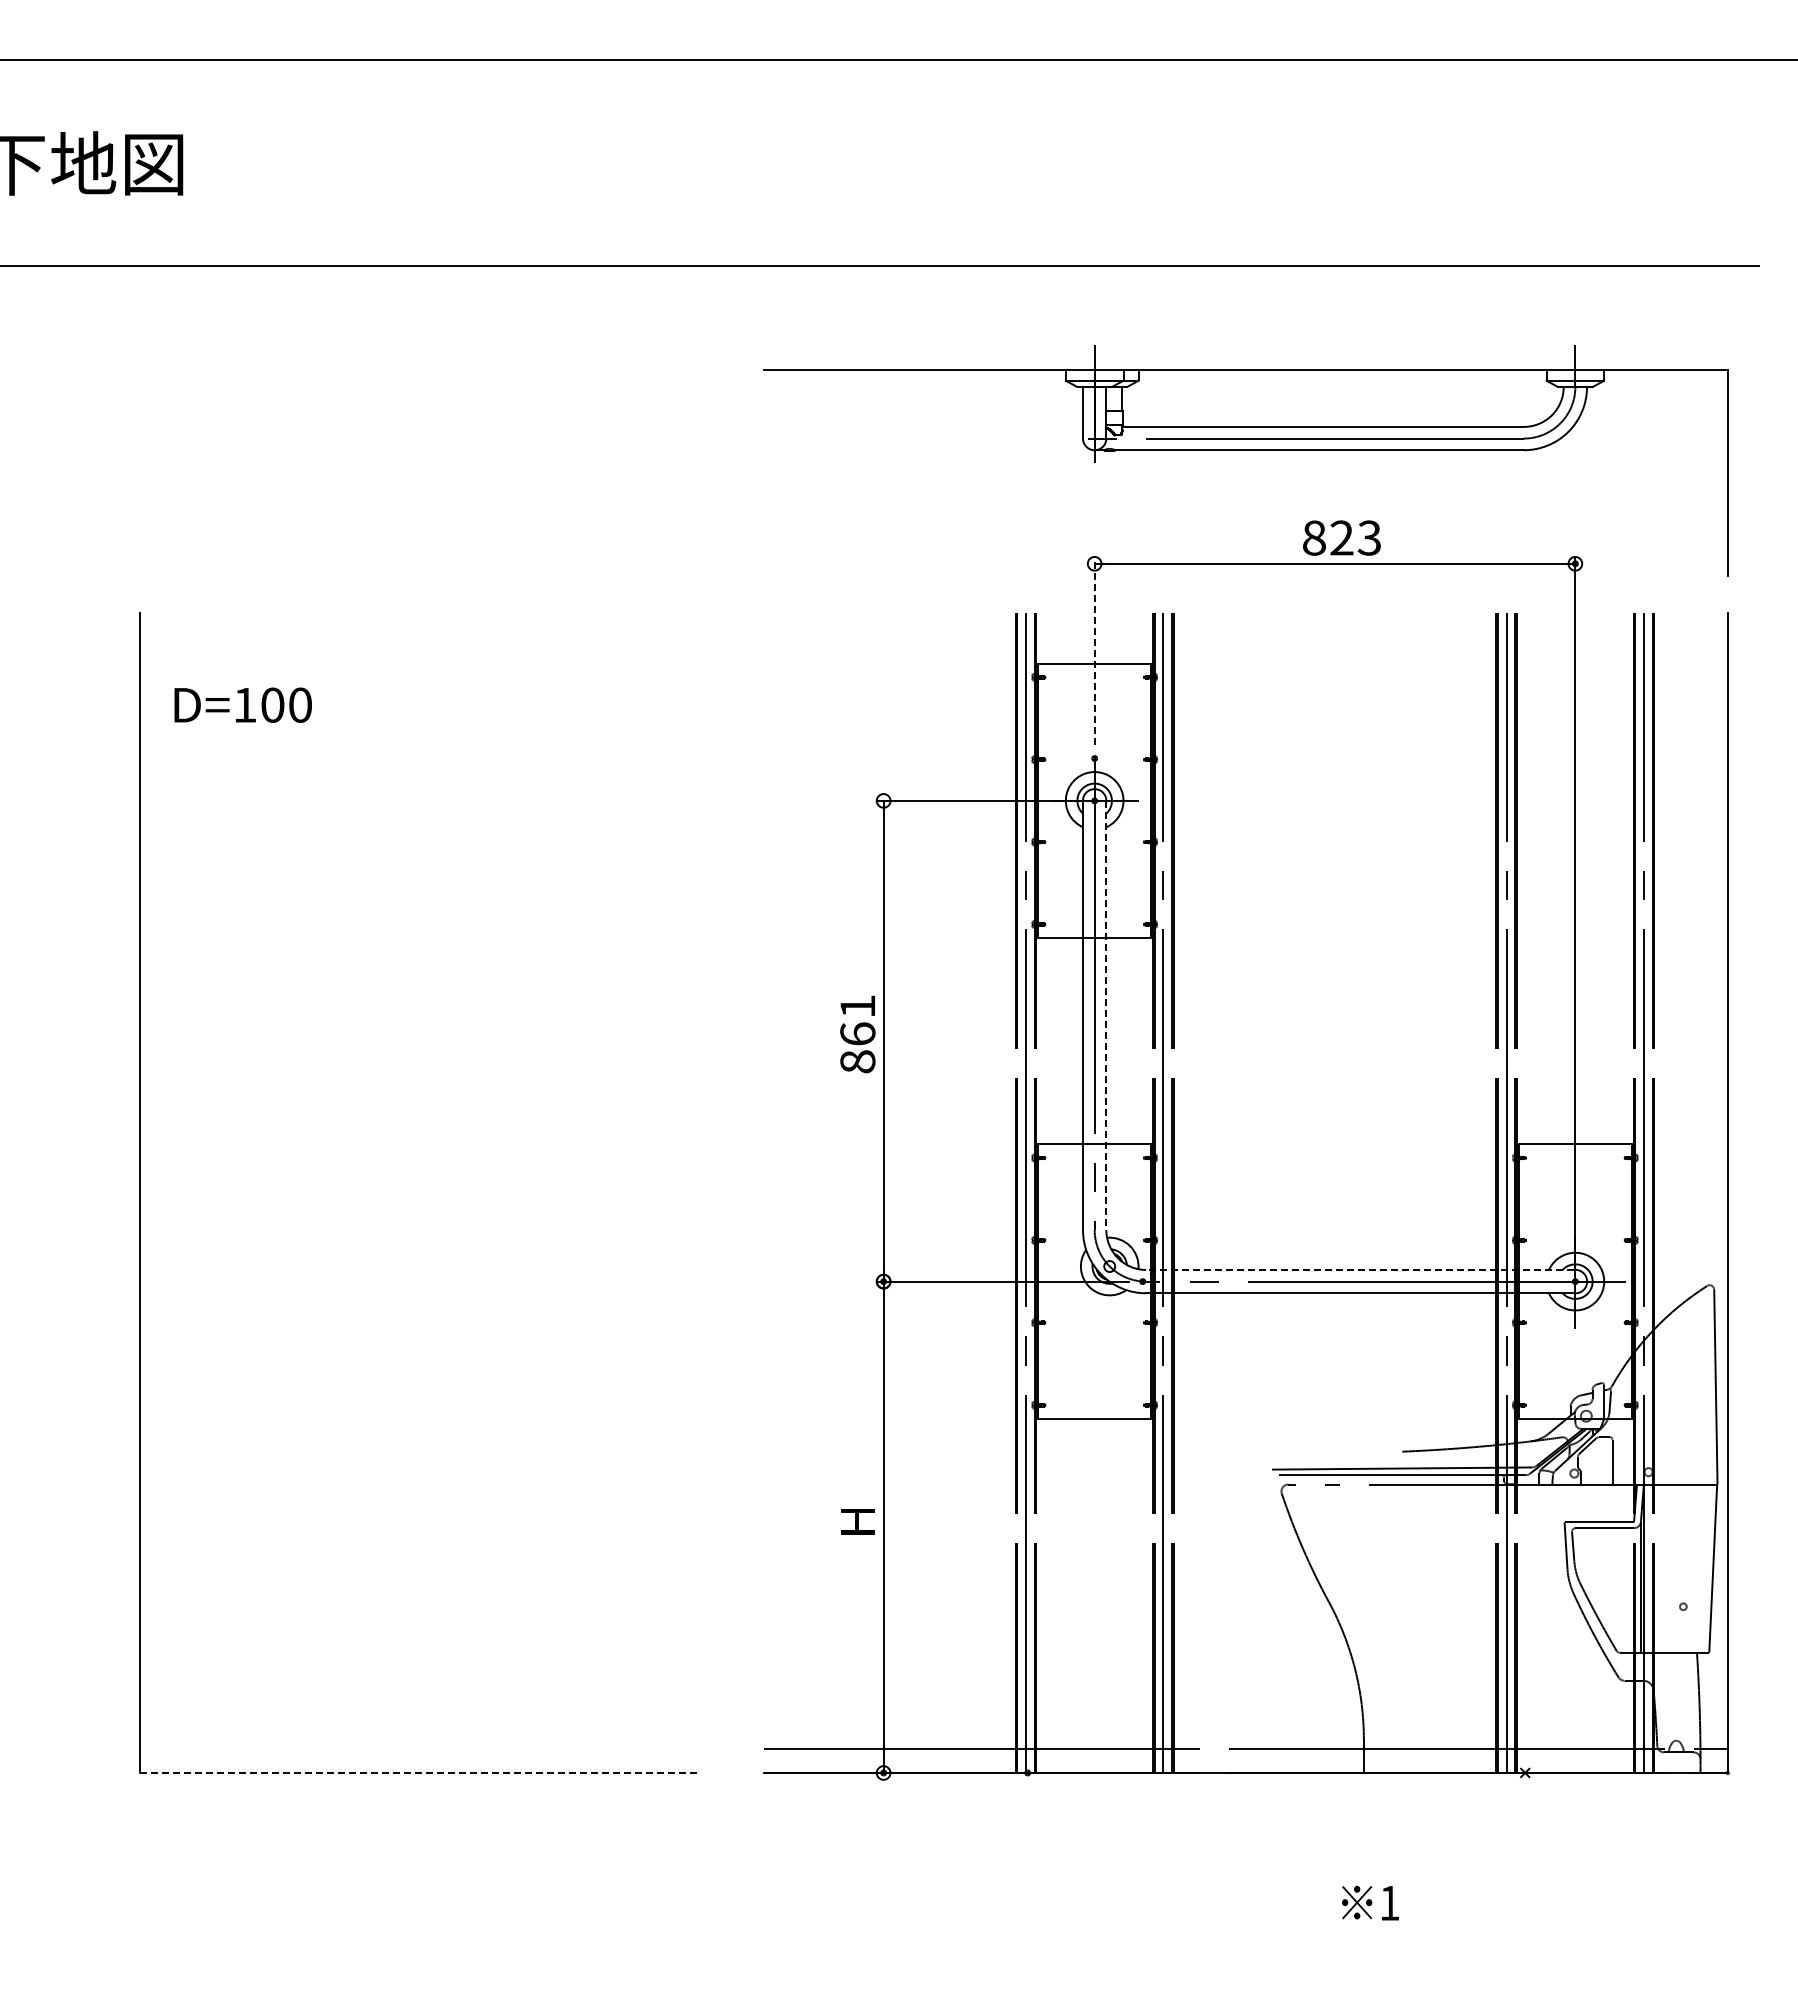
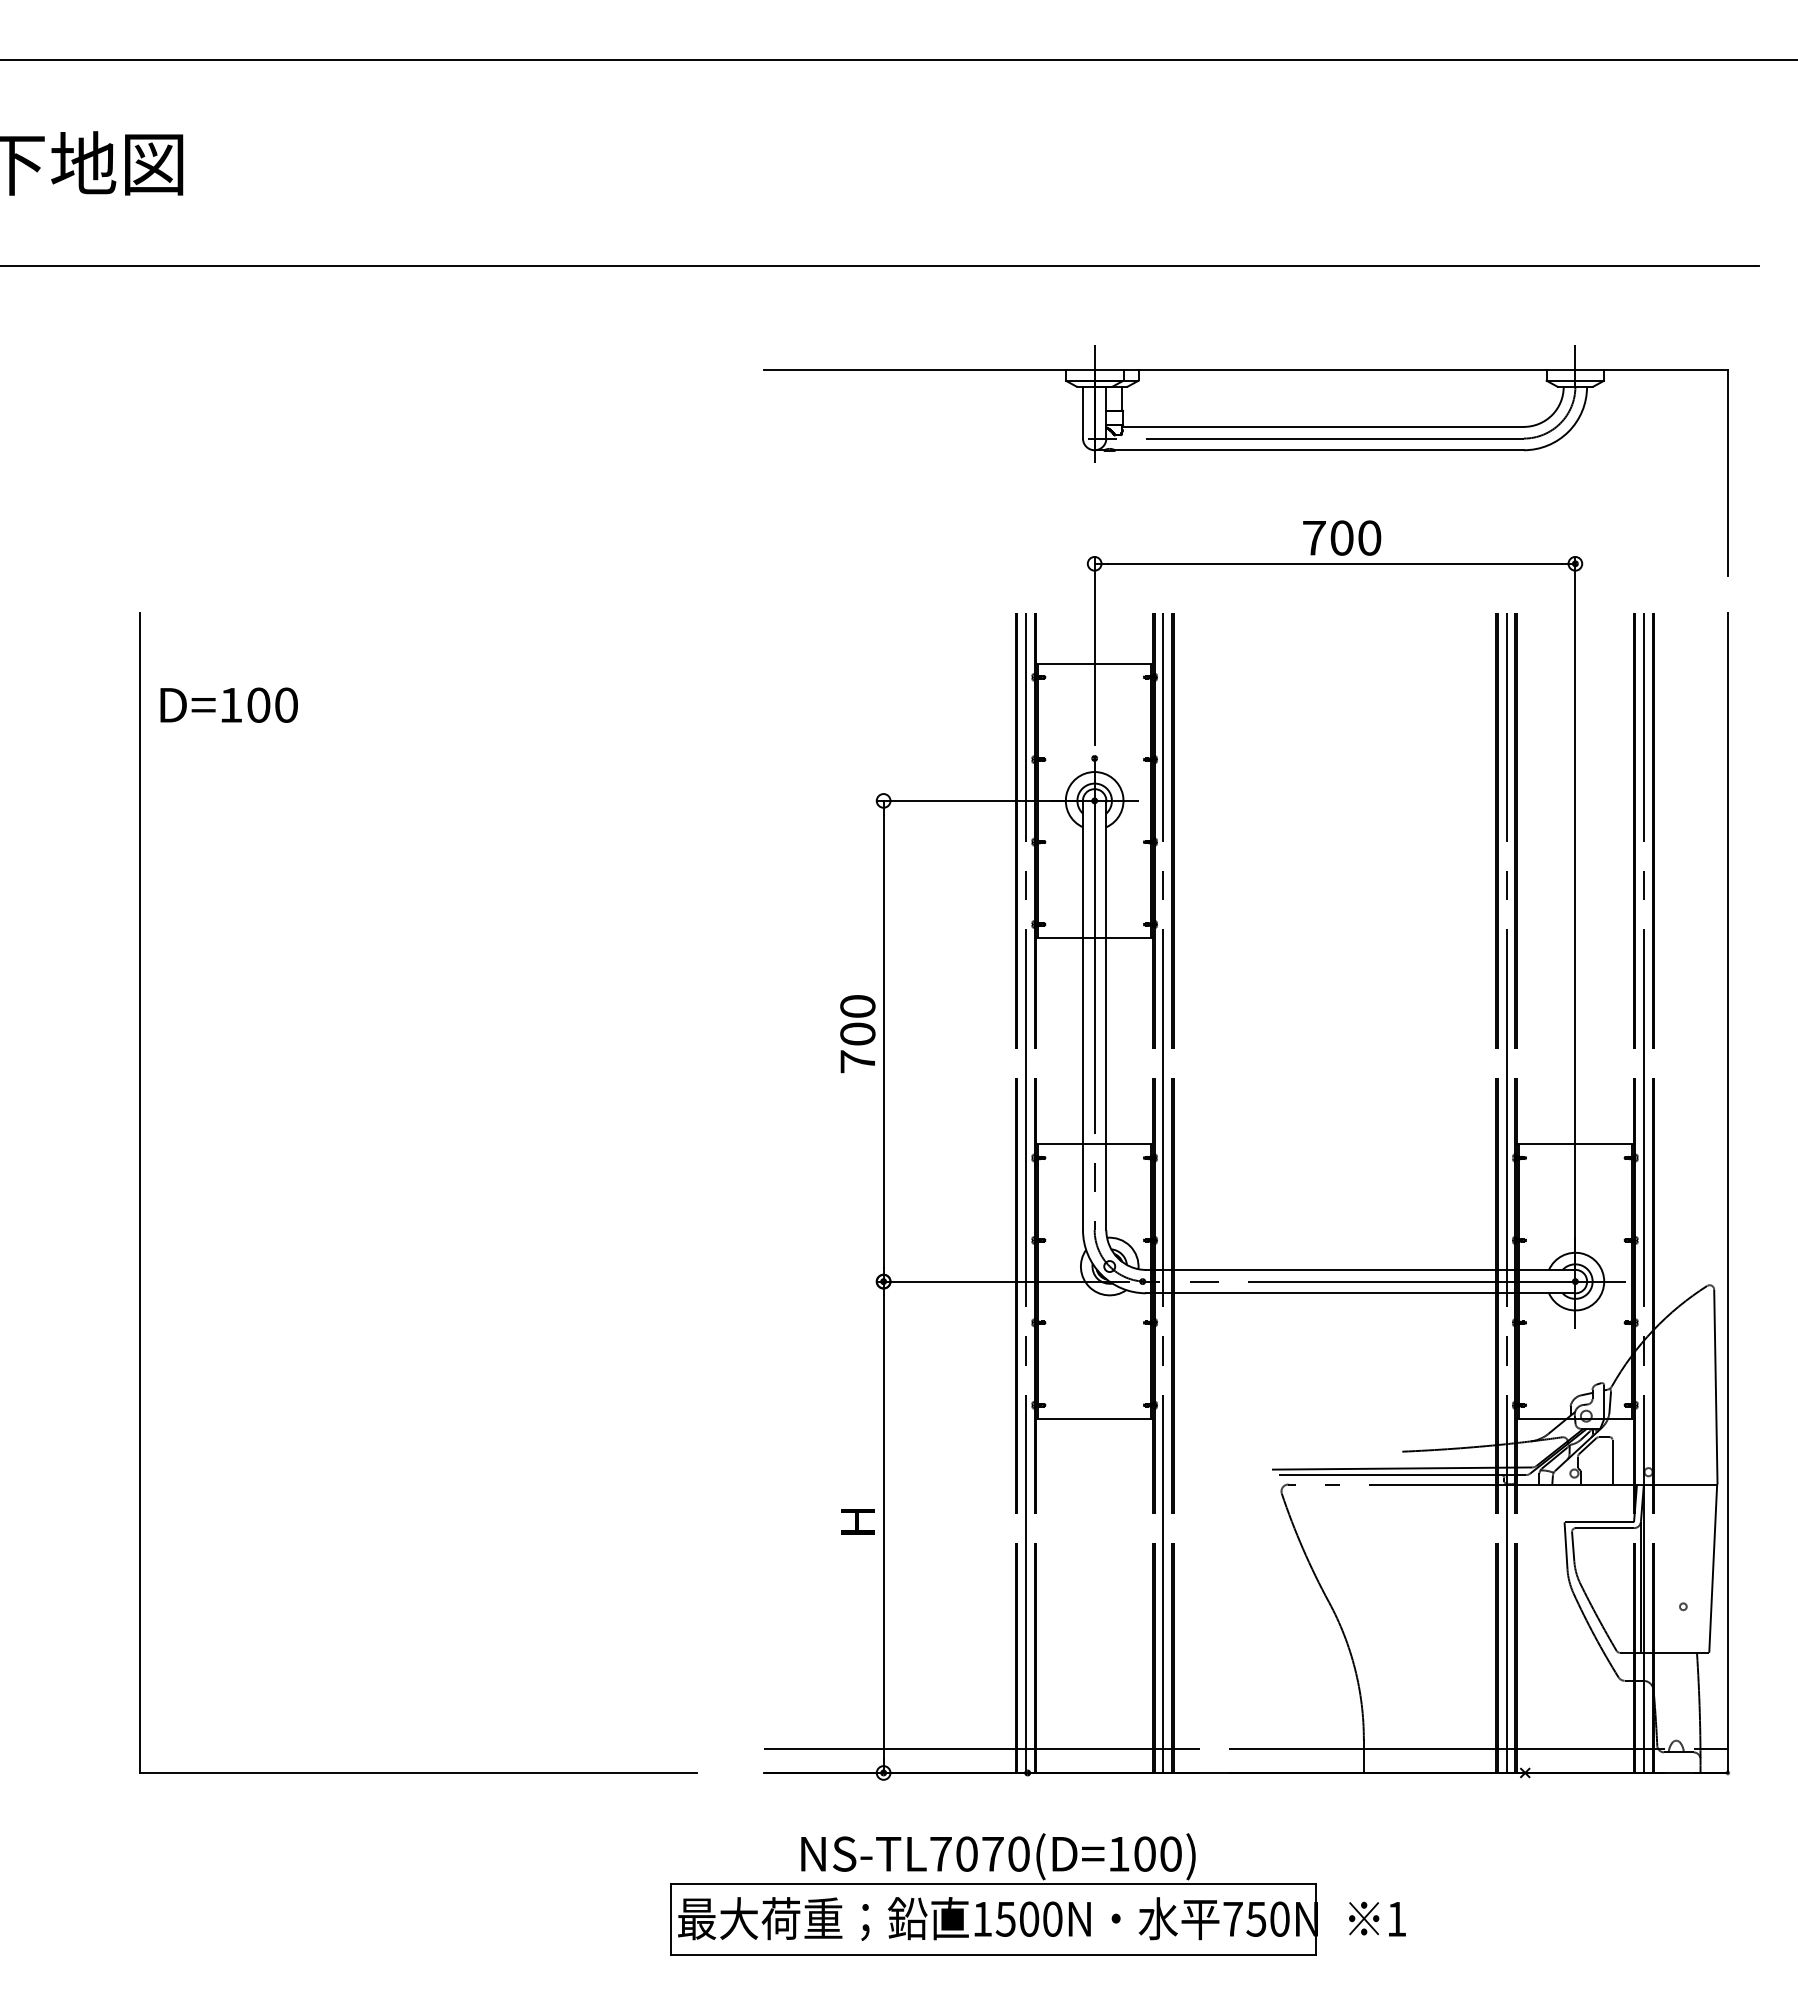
text at (1342, 537): 823 -> 700
line at (1094, 650): dashed -> solid
text at (242, 704) position: (242, 704) -> (228, 704)
line at (1106, 1015): dashed -> solid
text at (857, 1034): 861 -> 700
line at (1359, 1269): dashed -> solid
line at (418, 1772): dashed -> solid
part at (993, 1894): none -> present
text at (1370, 1902) position: (1370, 1902) -> (1377, 1918)
